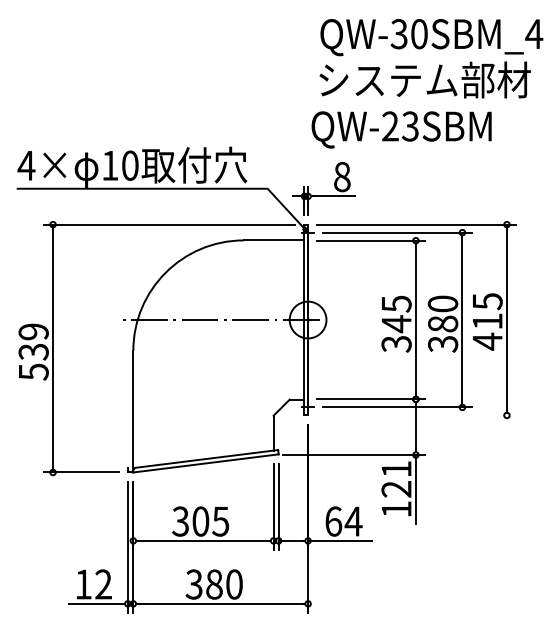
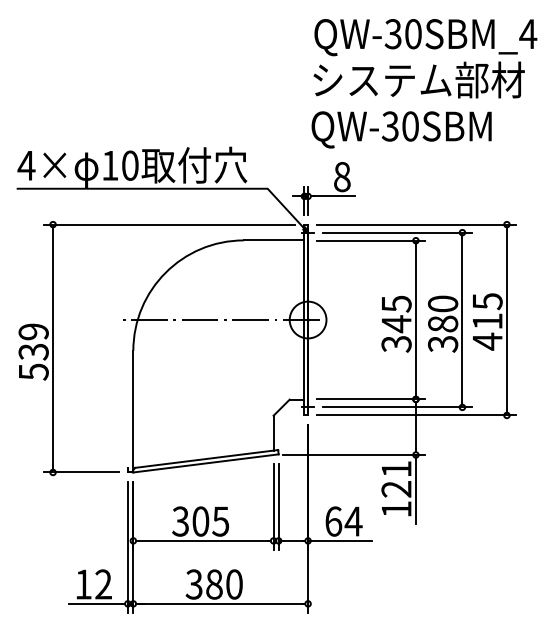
text at (431, 58) position: (431, 58) -> (425, 58)
text at (399, 126): QW-23SBM -> QW-30SBM
line at (416, 415): none -> present
